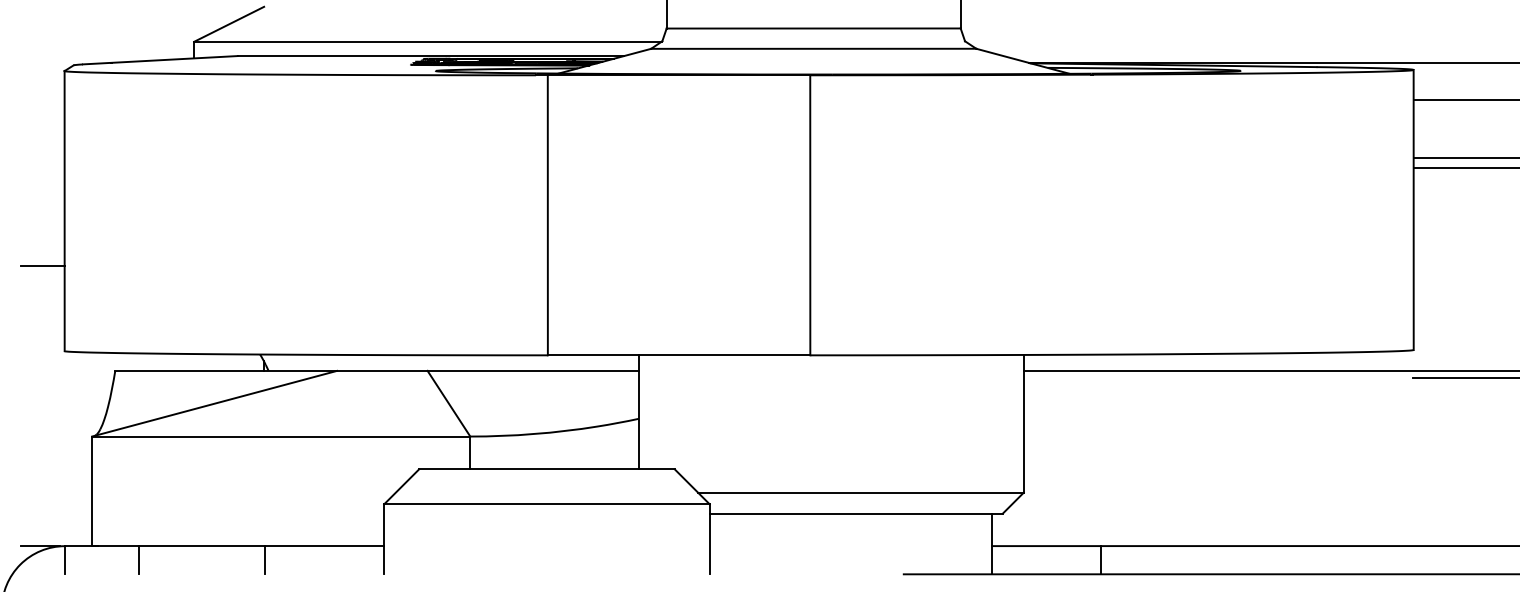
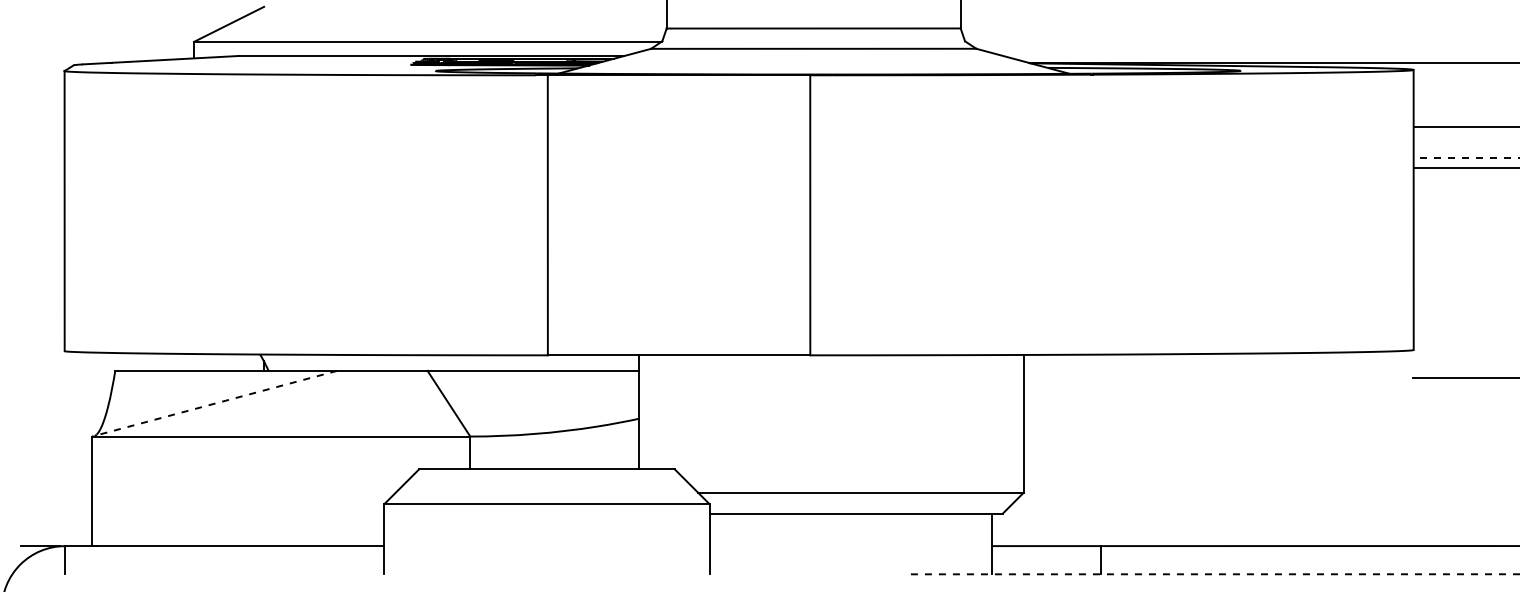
line at (1464, 100) position: (1464, 100) -> (1464, 127)
line at (1466, 158): solid -> dashed
line at (42, 265): present -> none
line at (1269, 370): present -> none
line at (214, 403): solid -> dashed
line at (139, 560): present -> none
line at (264, 560): present -> none
line at (1211, 574): solid -> dashed
